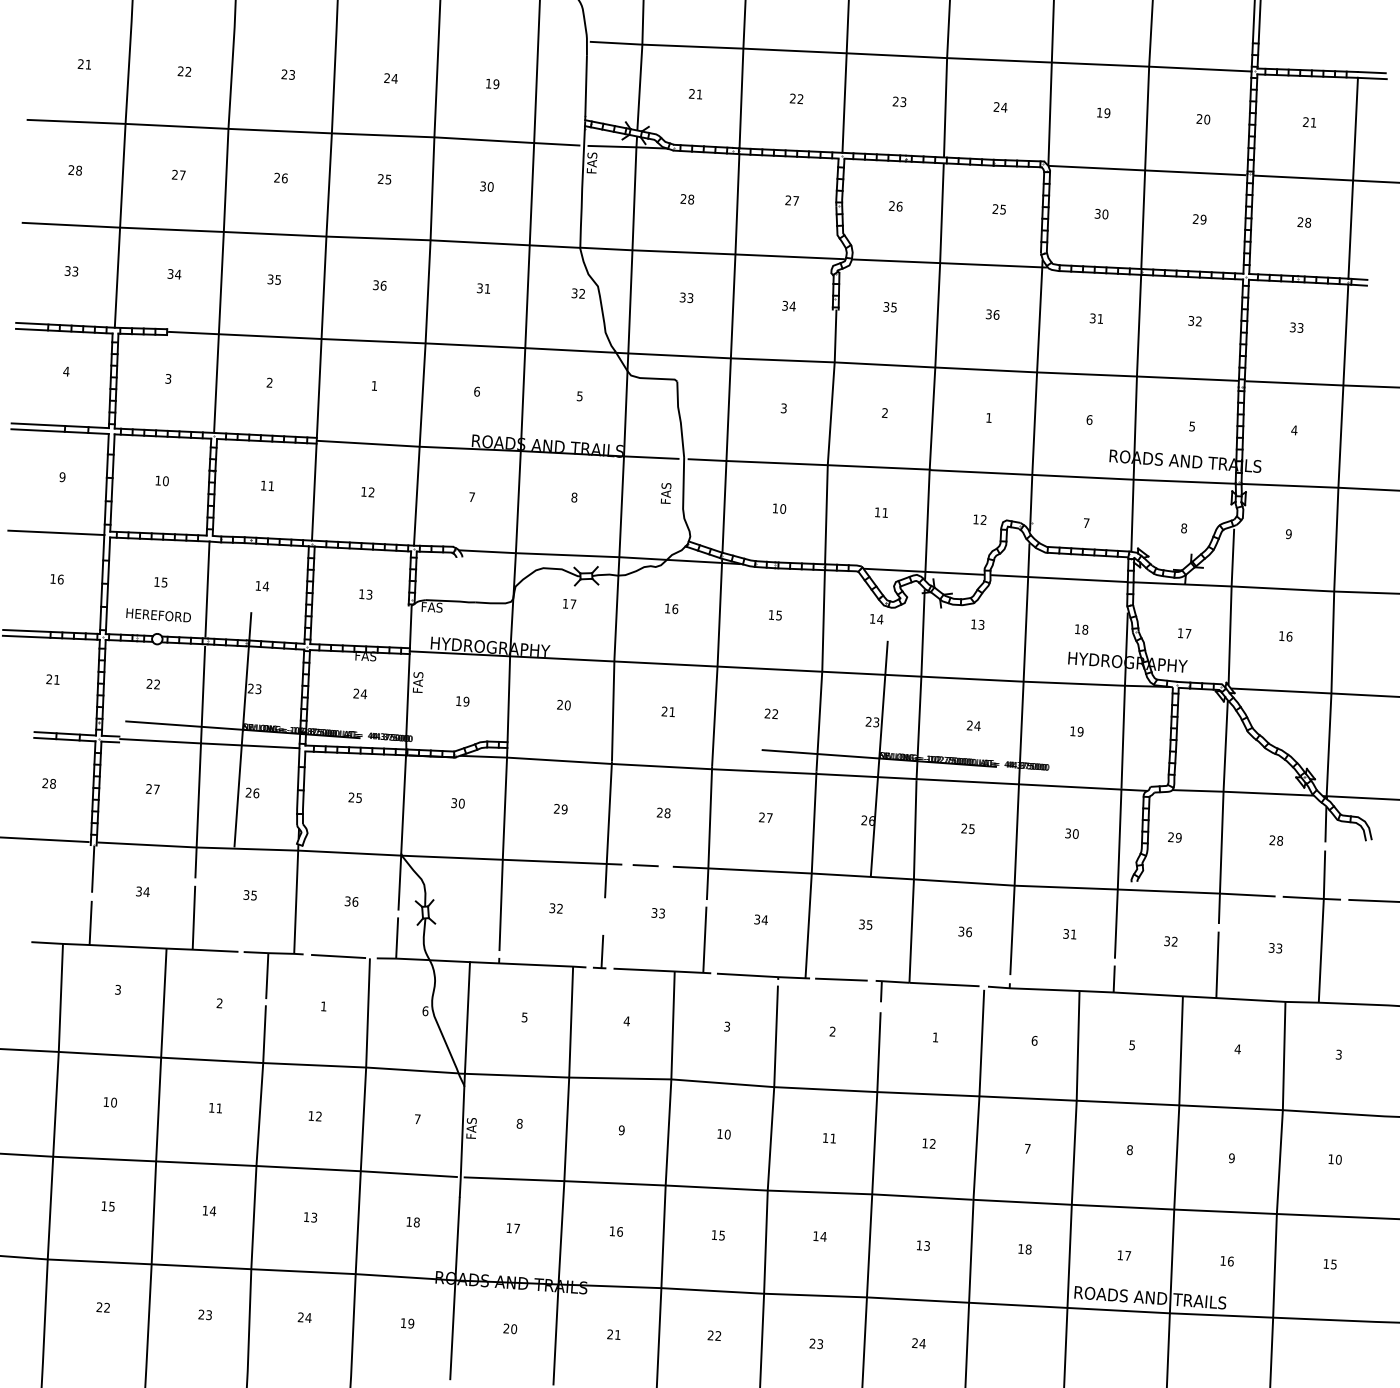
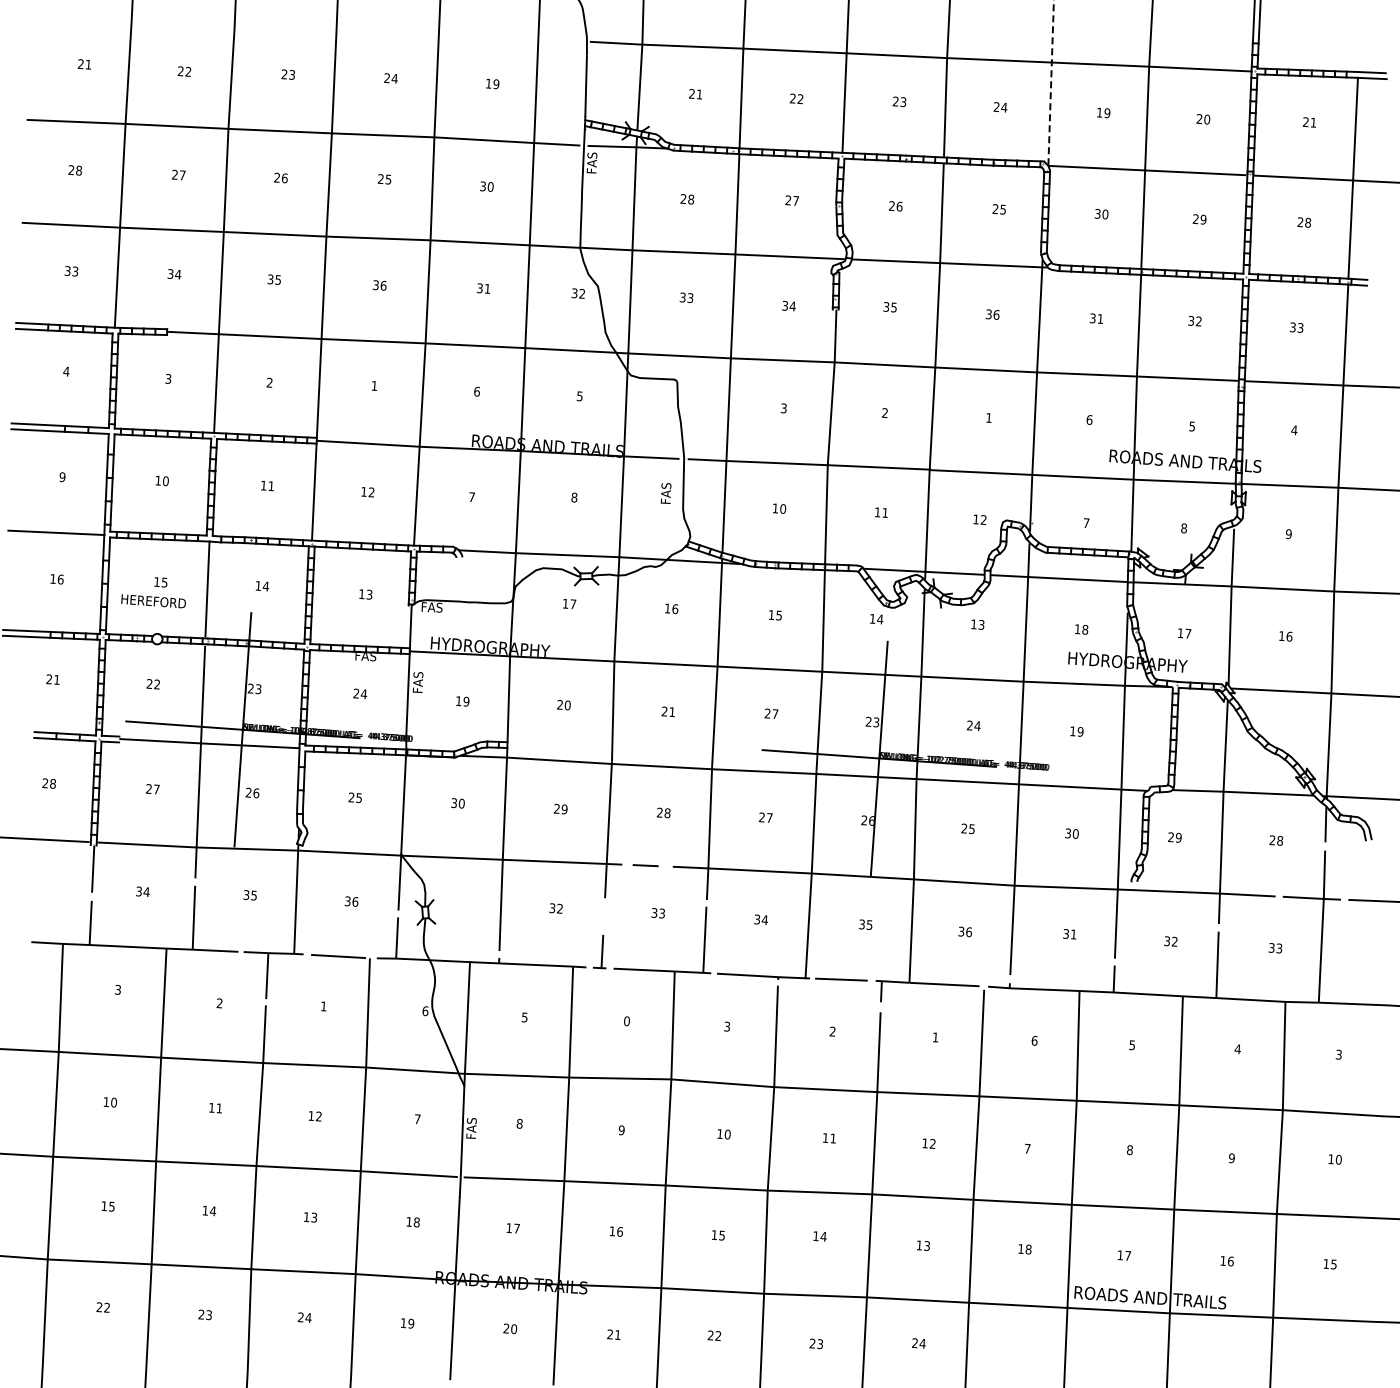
line at (1051, 82): solid -> dashed
text at (158, 615) position: (158, 615) -> (153, 601)
text at (775, 714): 22 -> 27
text at (626, 1021): 4 -> 0
